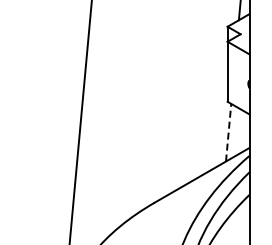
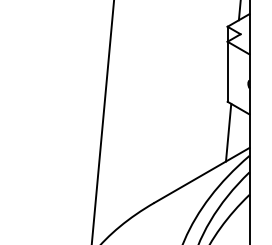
line at (80, 121) position: (80, 121) -> (102, 121)
line at (228, 132): dashed -> solid
